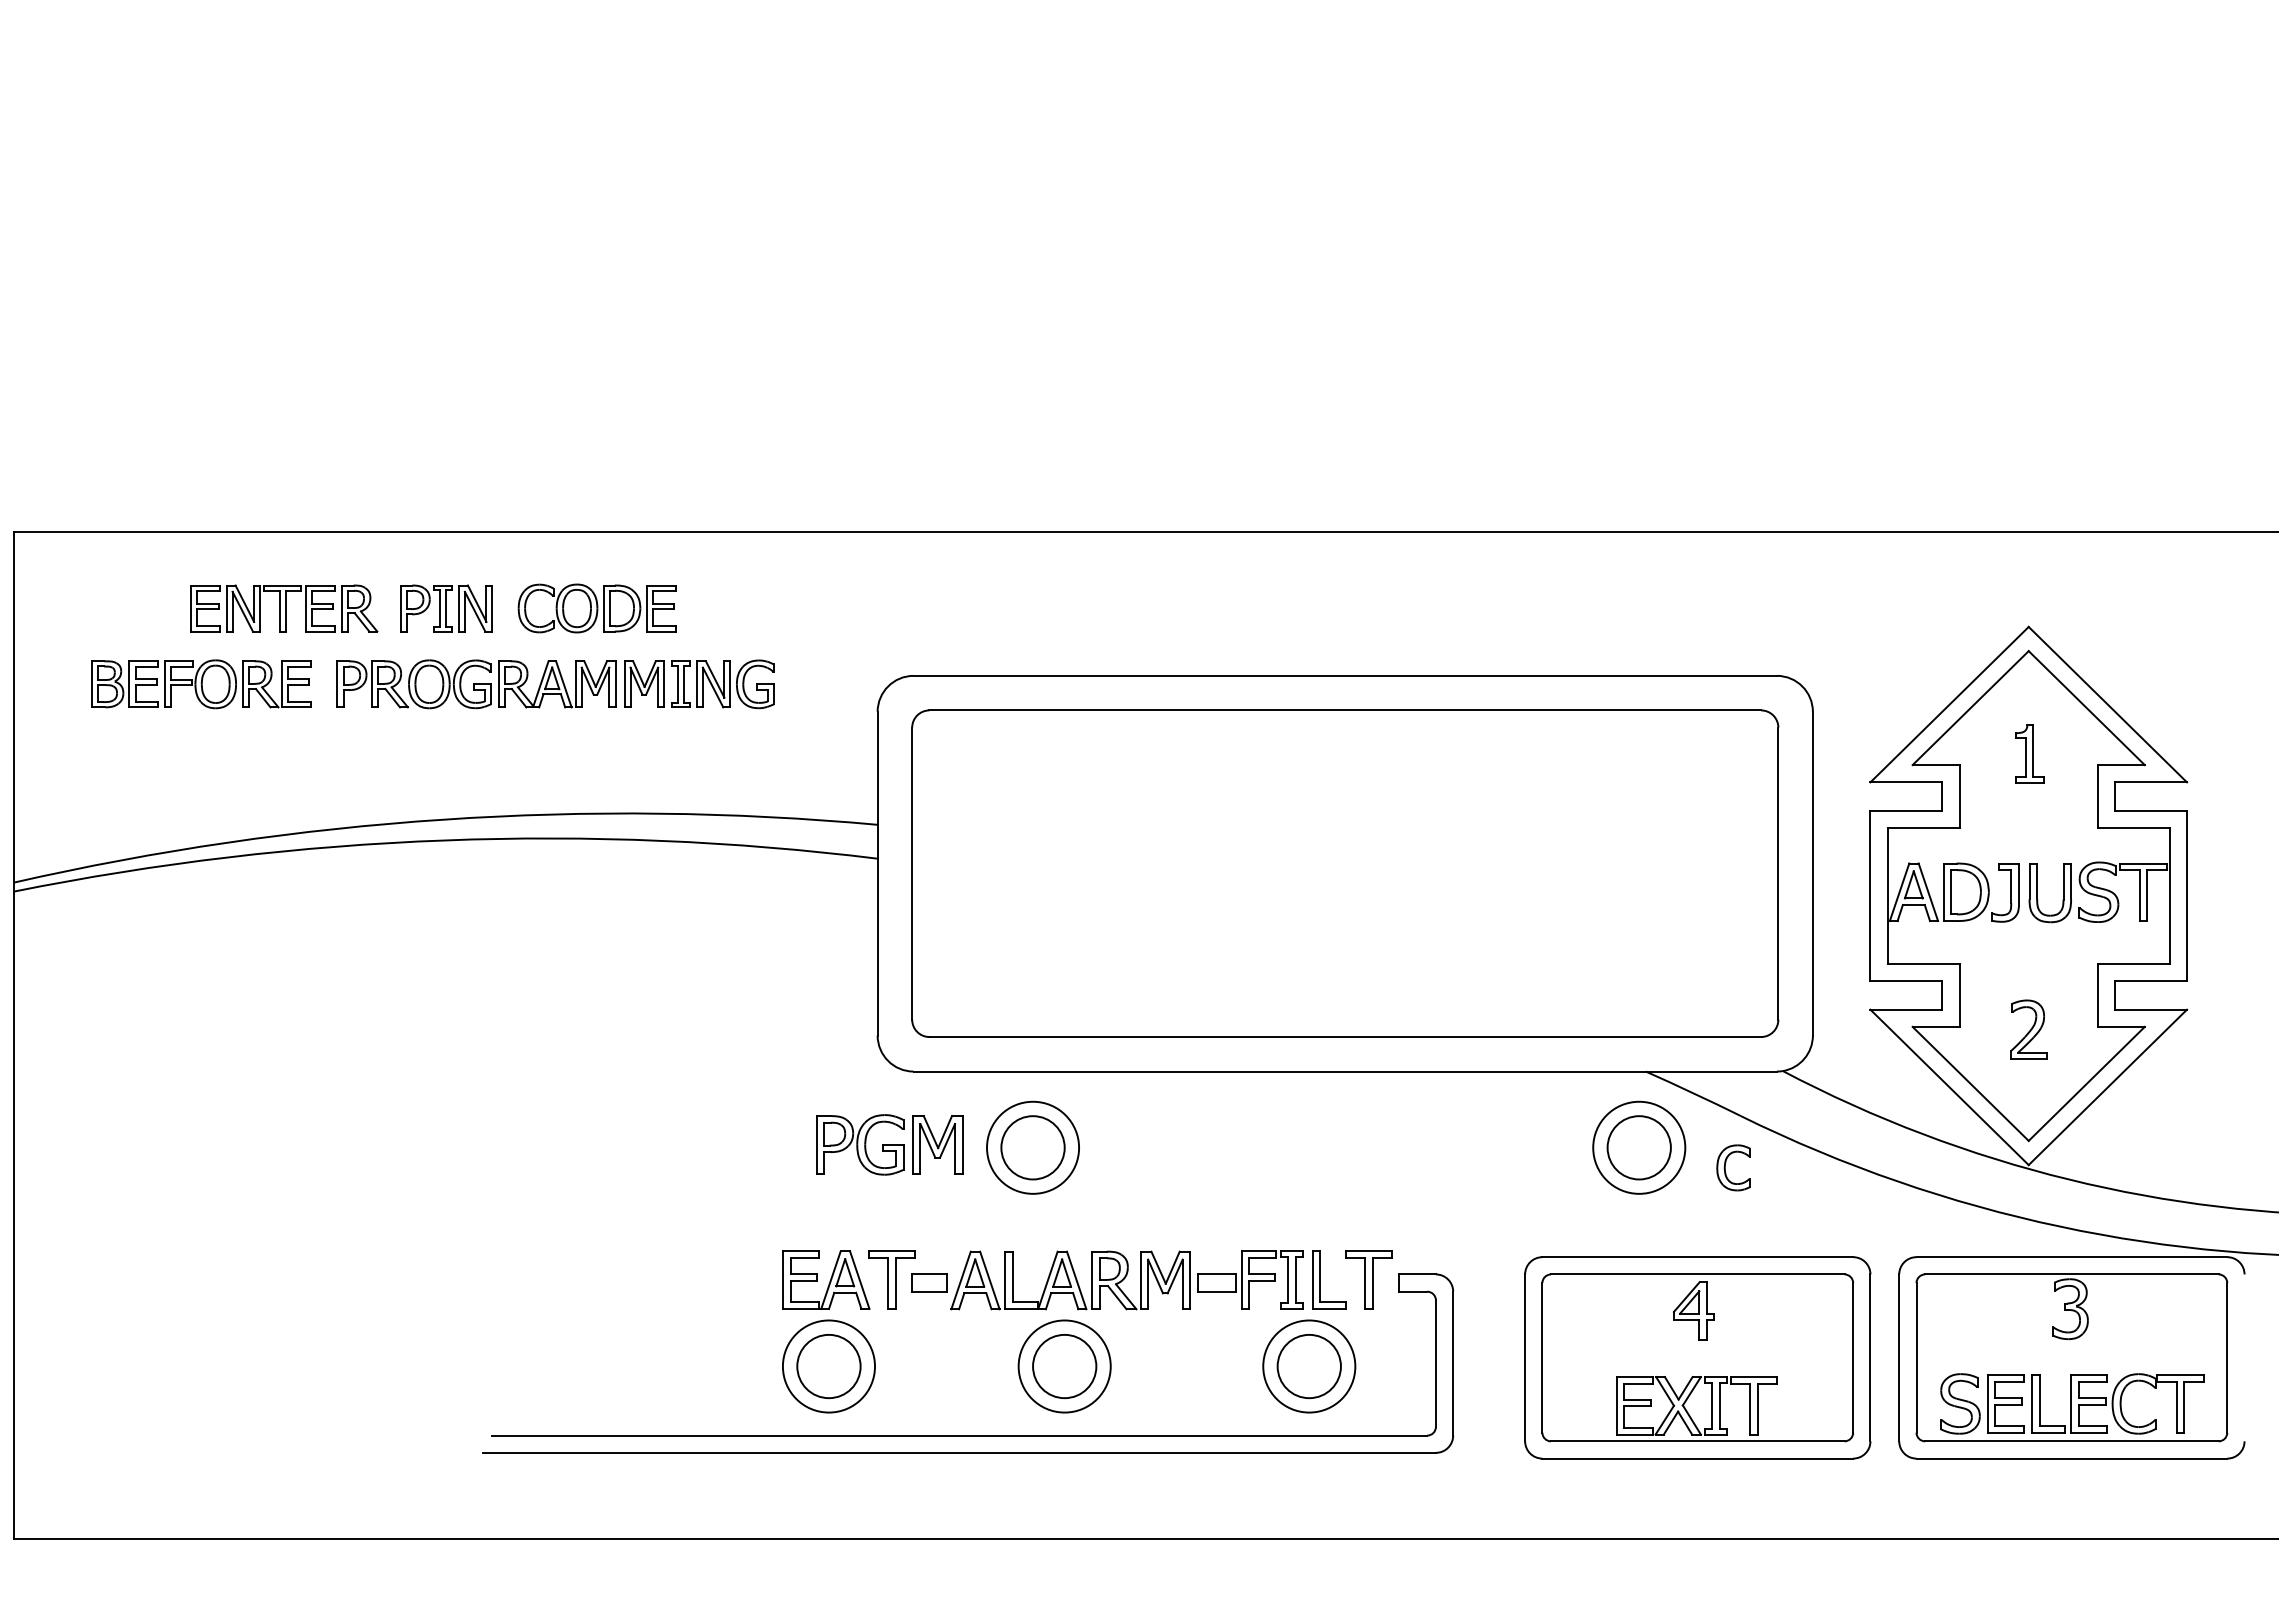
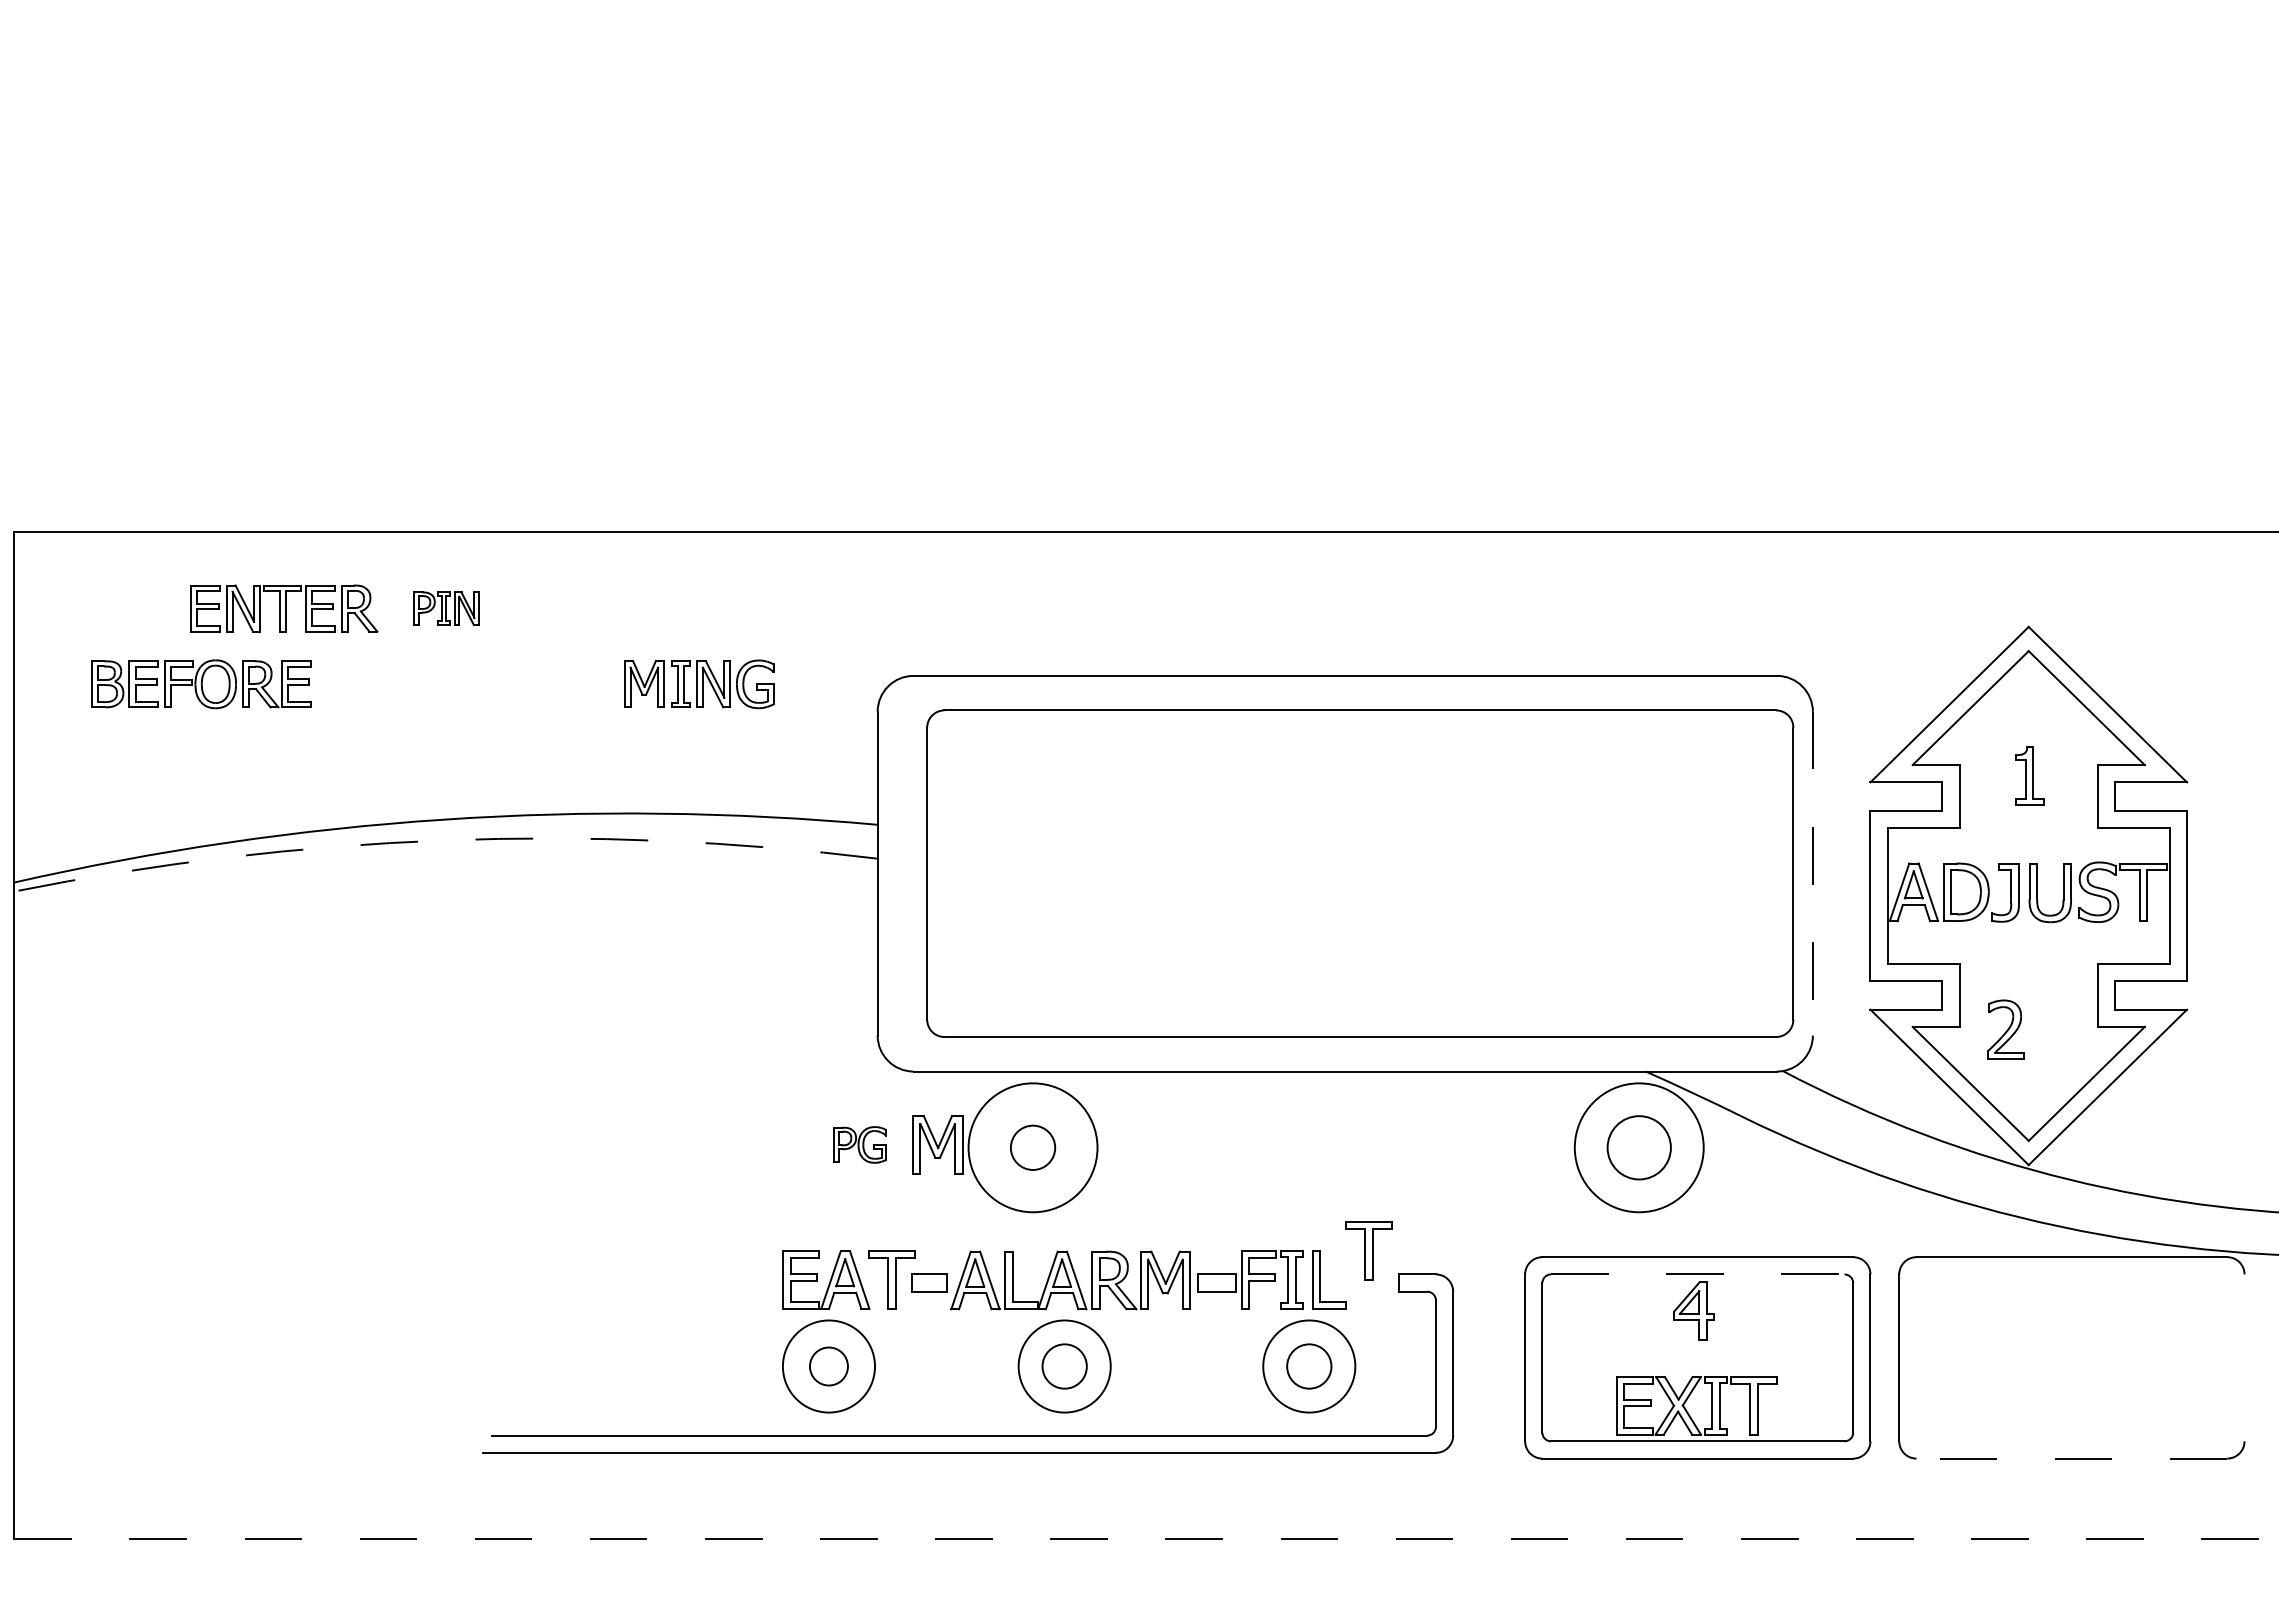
part at (446, 608) size: 93x49 px -> 67x35 px
part at (596, 608): present -> none
part at (476, 684): present -> none
part at (2029, 753) position: (2029, 753) -> (2029, 775)
arc at (444, 840): solid -> dashed
part at (1345, 873) position: (1345, 873) -> (1360, 873)
line at (1812, 873): solid -> dashed
part at (2028, 1029) position: (2028, 1029) -> (2005, 1029)
part at (860, 1144) size: 89x62 px -> 54x38 px
circle at (1032, 1147) diameter: 63 px -> 44 px
circle at (1033, 1147) diameter: 92 px -> 129 px
circle at (1639, 1147) diameter: 92 px -> 129 px
part at (1725, 1167): present -> none
line at (1697, 1274): solid -> dashed
part at (1368, 1279) position: (1368, 1279) -> (1368, 1250)
part at (2071, 1357): present -> none
circle at (828, 1366) diameter: 63 px -> 38 px
circle at (1064, 1366) diameter: 63 px -> 44 px
circle at (1308, 1366) diameter: 63 px -> 44 px
line at (2071, 1458): solid -> dashed
line at (1147, 1539): solid -> dashed
